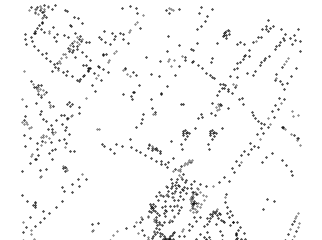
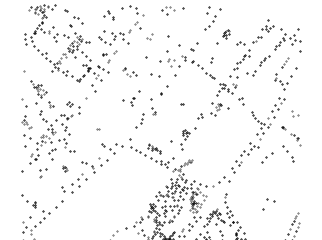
part at (172, 10) size: 16x8 px -> 24x10 px
part at (108, 15): none -> present
part at (204, 18) position: (204, 18) -> (212, 18)
part at (149, 36): none -> present
part at (131, 92) position: (131, 92) -> (131, 98)
part at (215, 138): present -> none
part at (94, 165): none -> present
part at (287, 167) position: (287, 167) -> (288, 153)
part at (95, 227): present -> none
